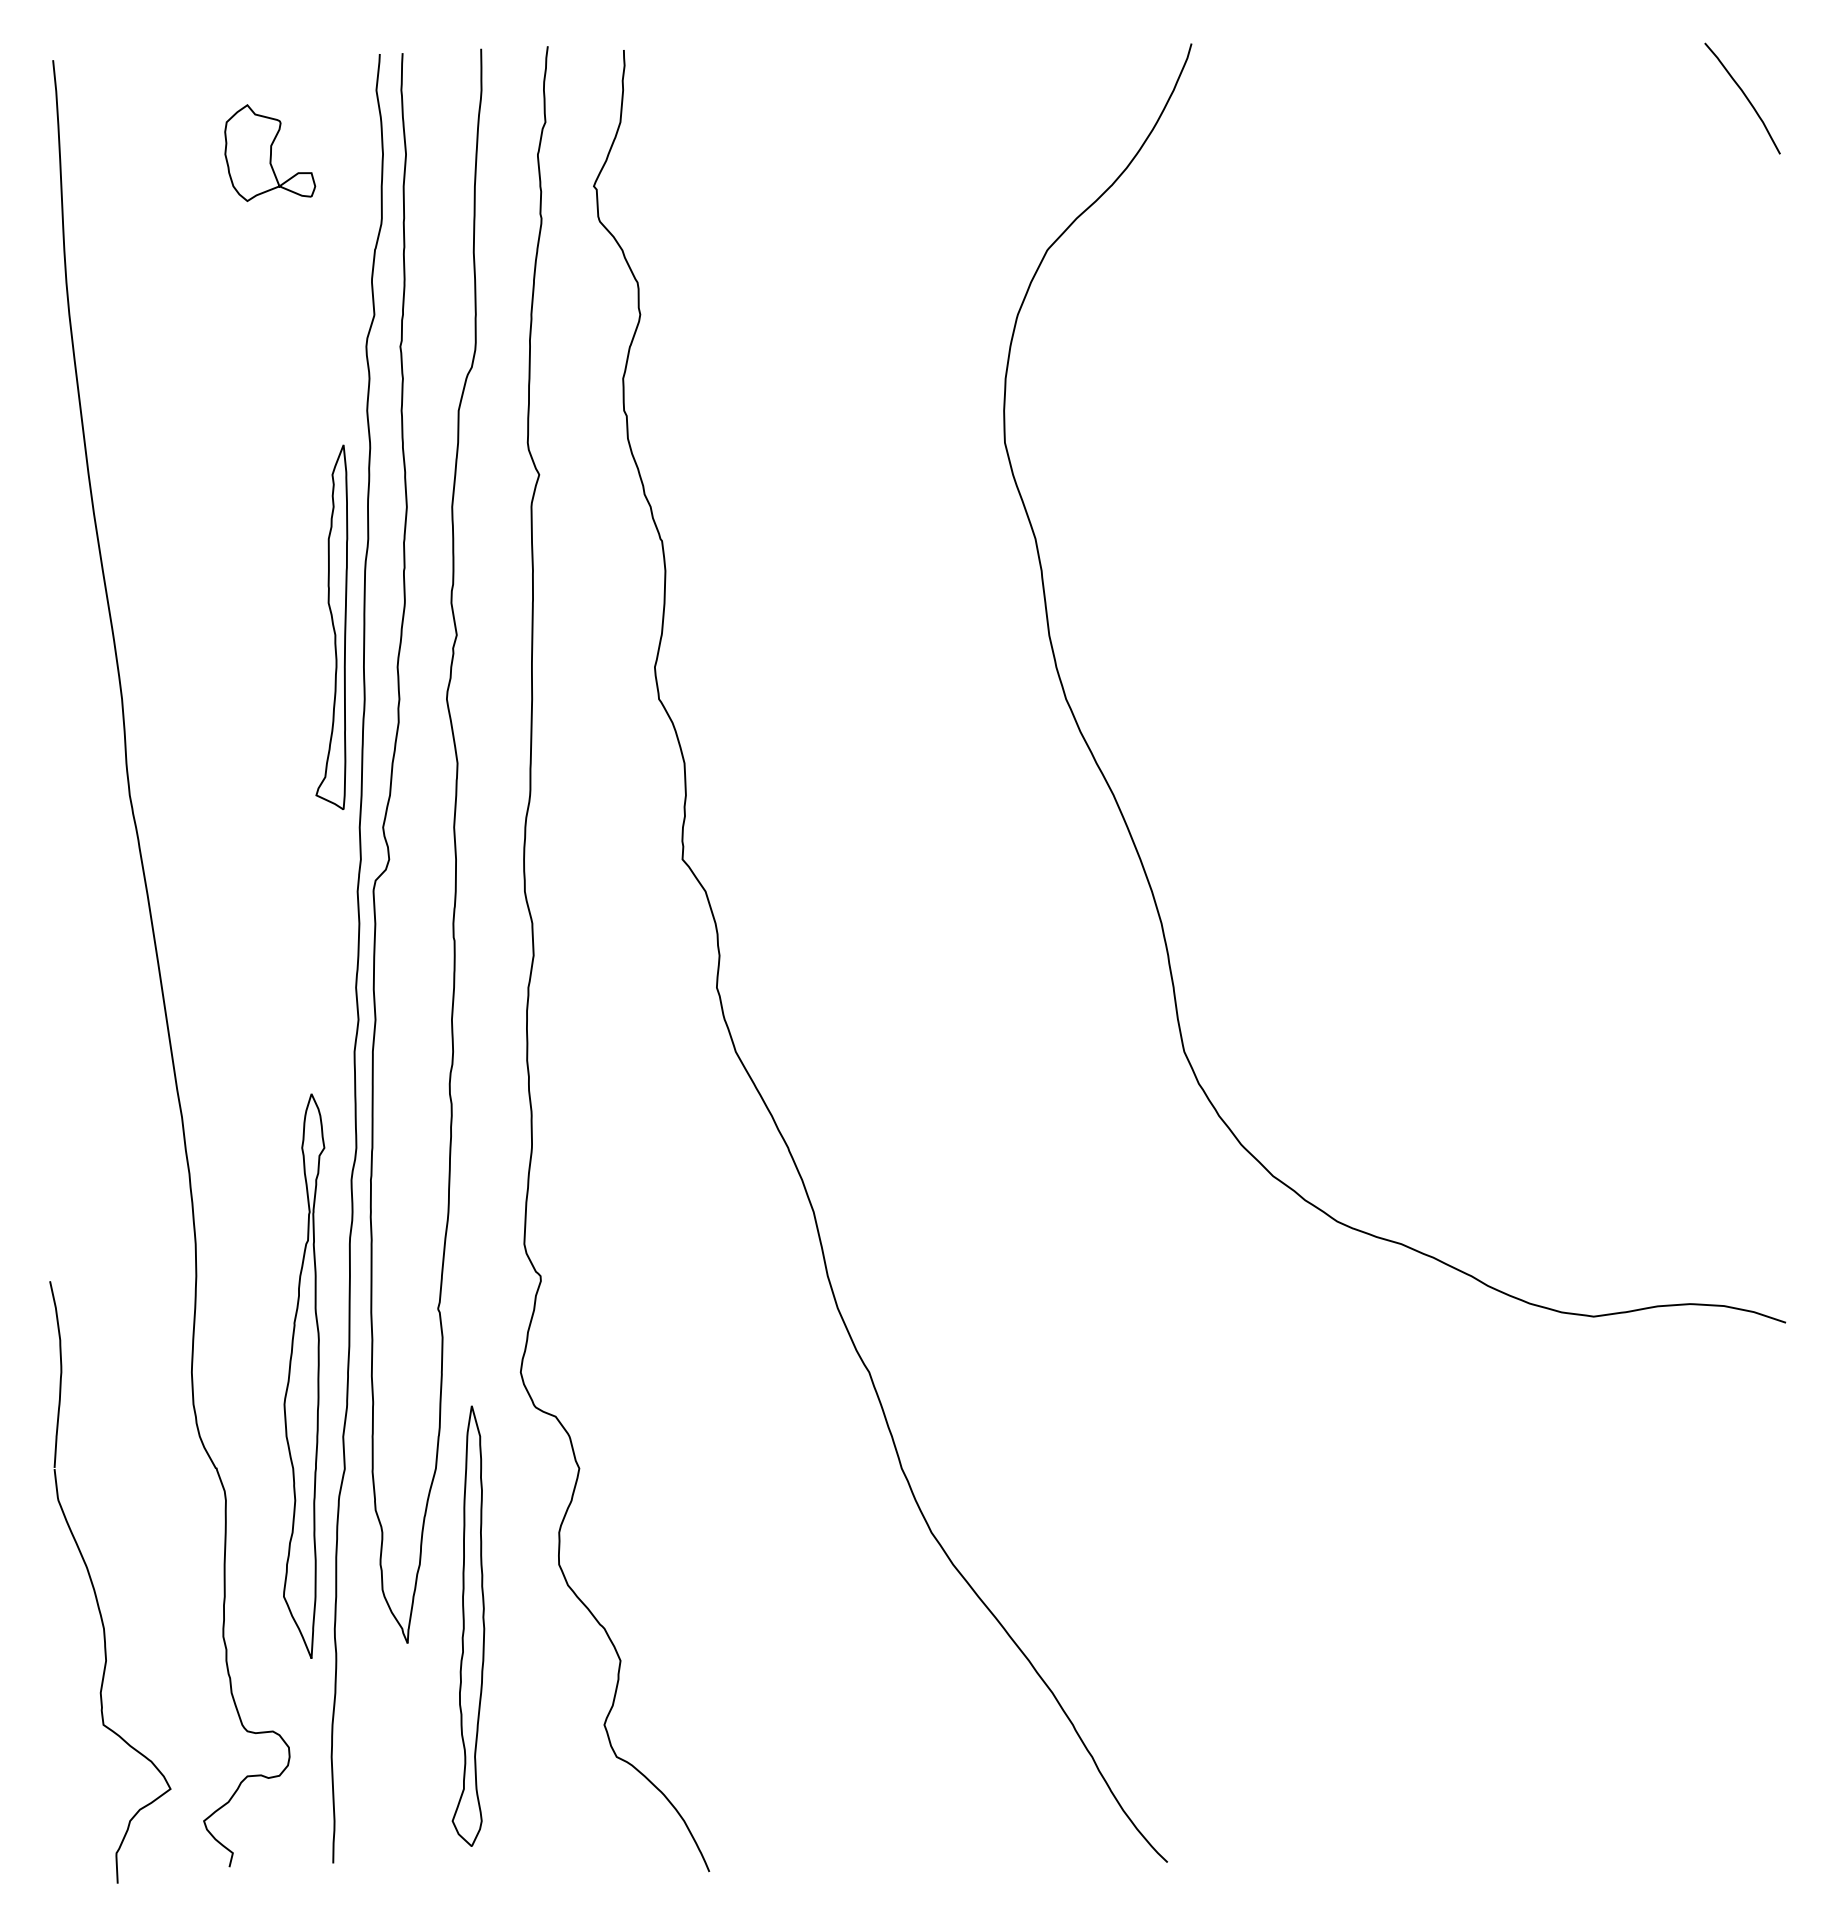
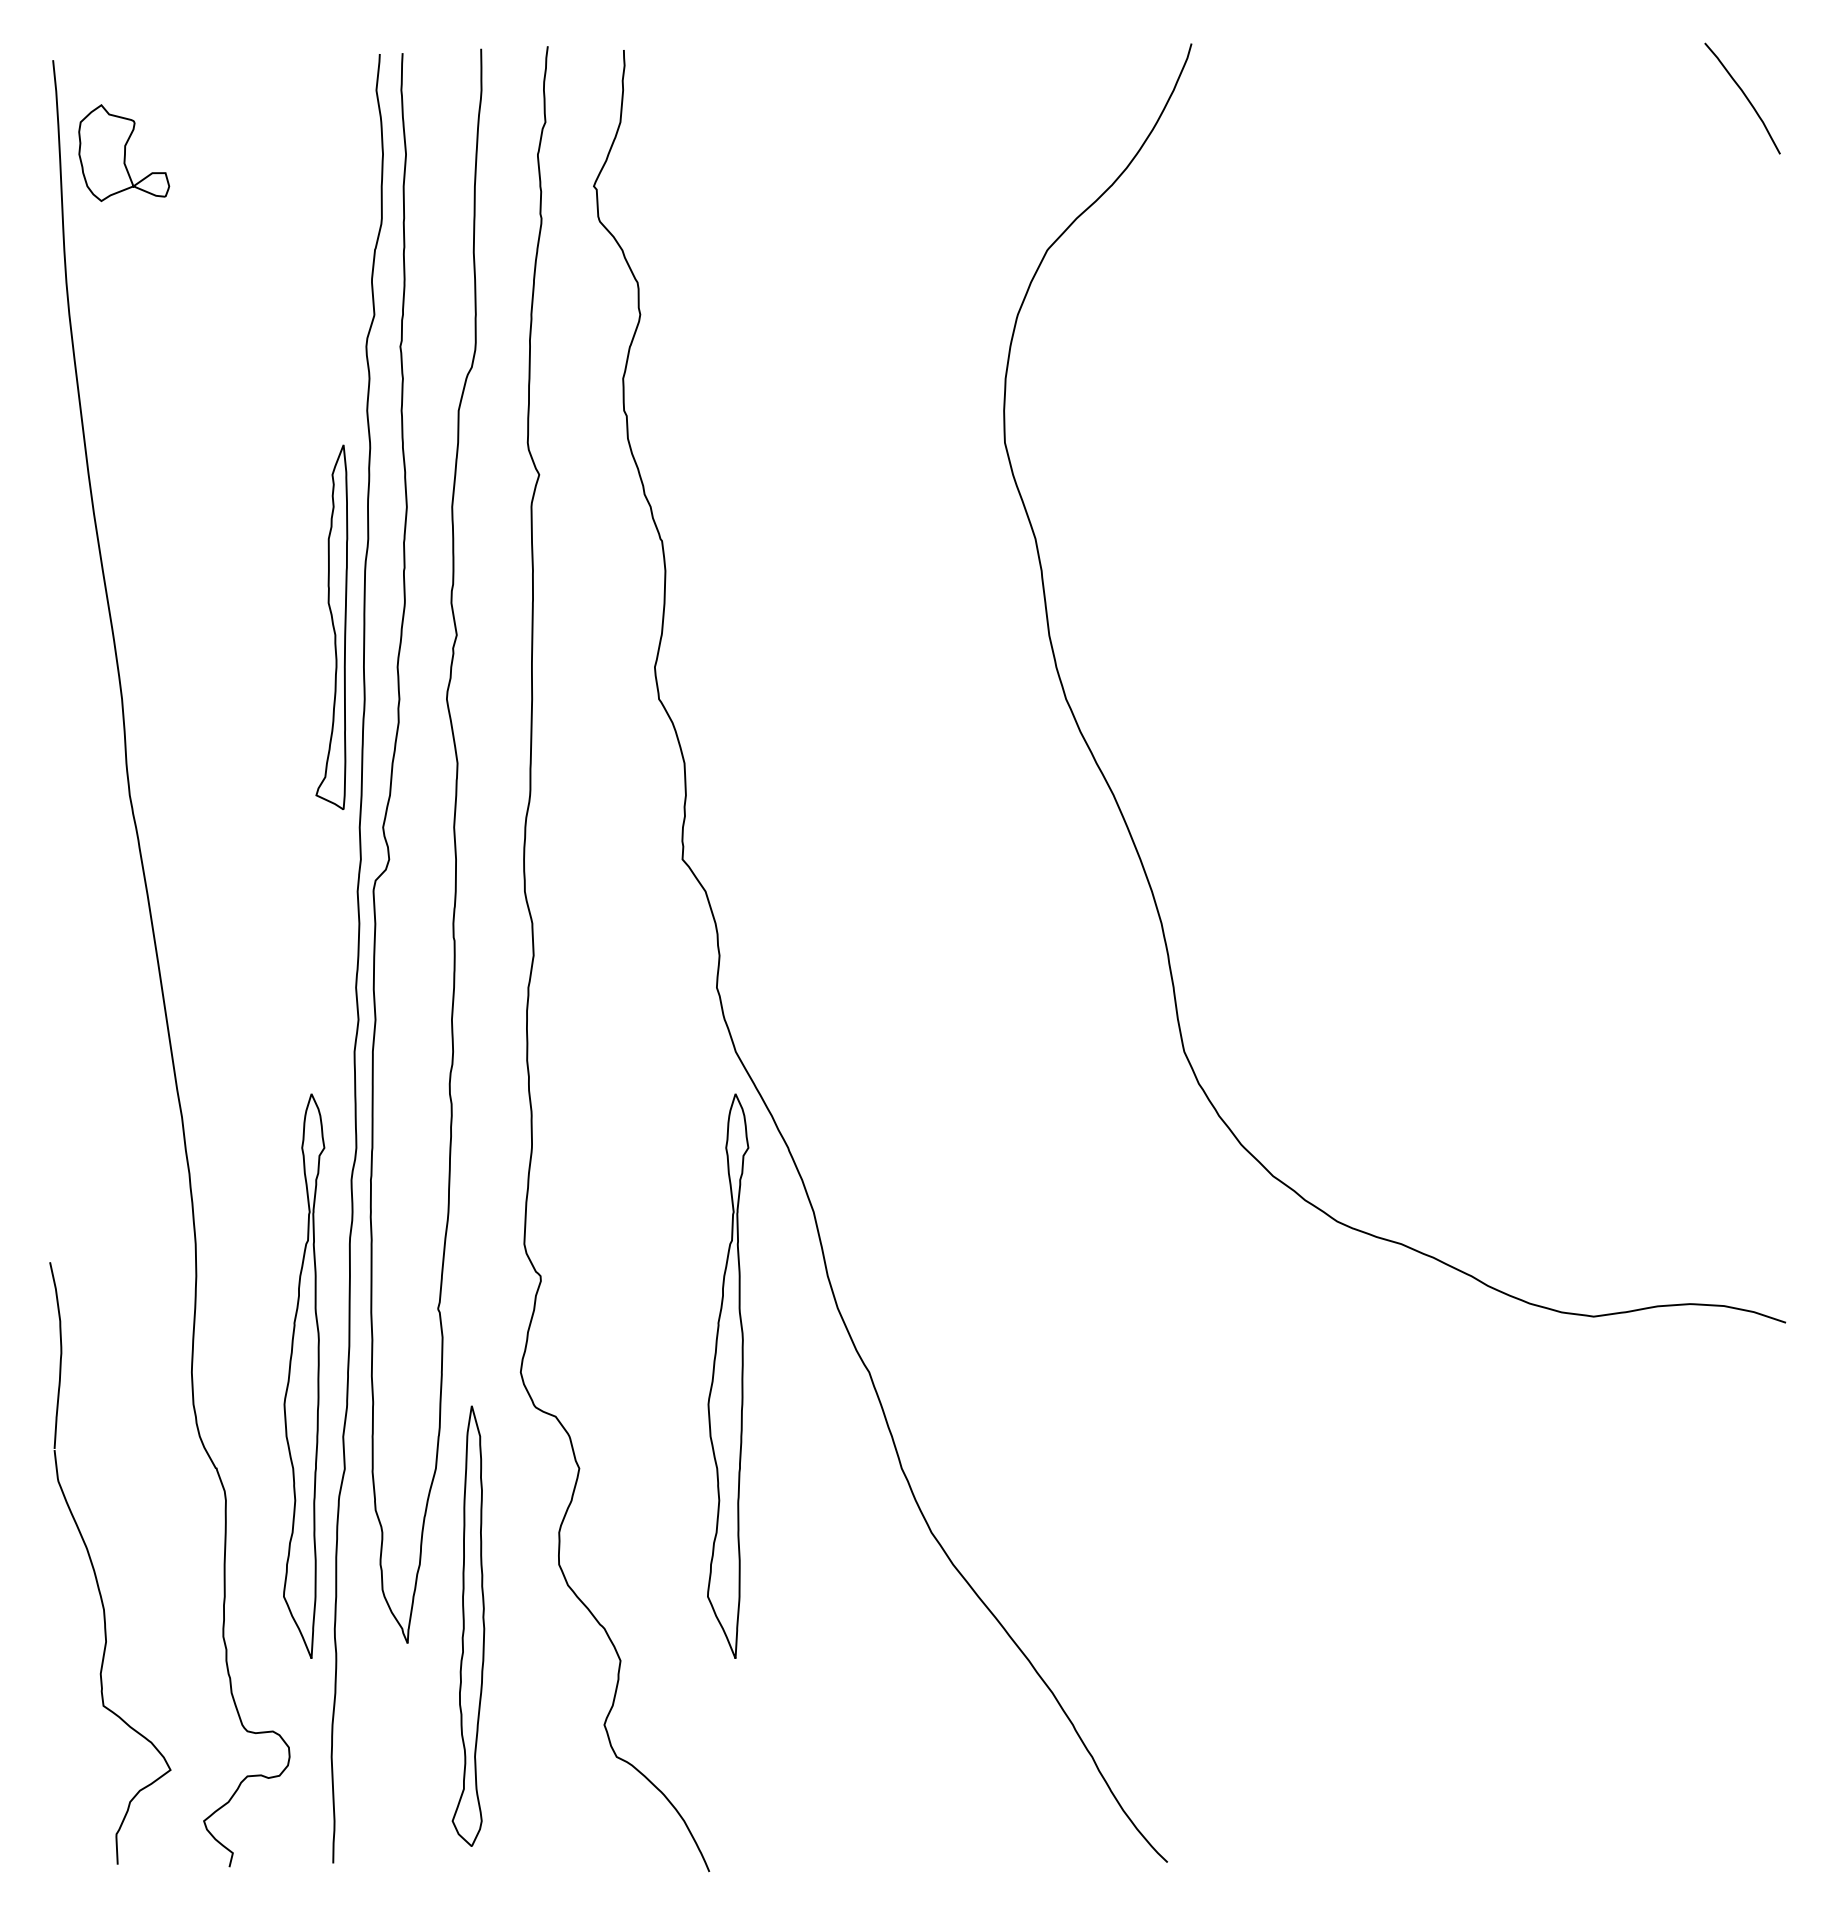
part at (270, 152) position: (270, 152) -> (124, 152)
part at (728, 1375): none -> present
part at (94, 1586) position: (94, 1586) -> (94, 1567)
